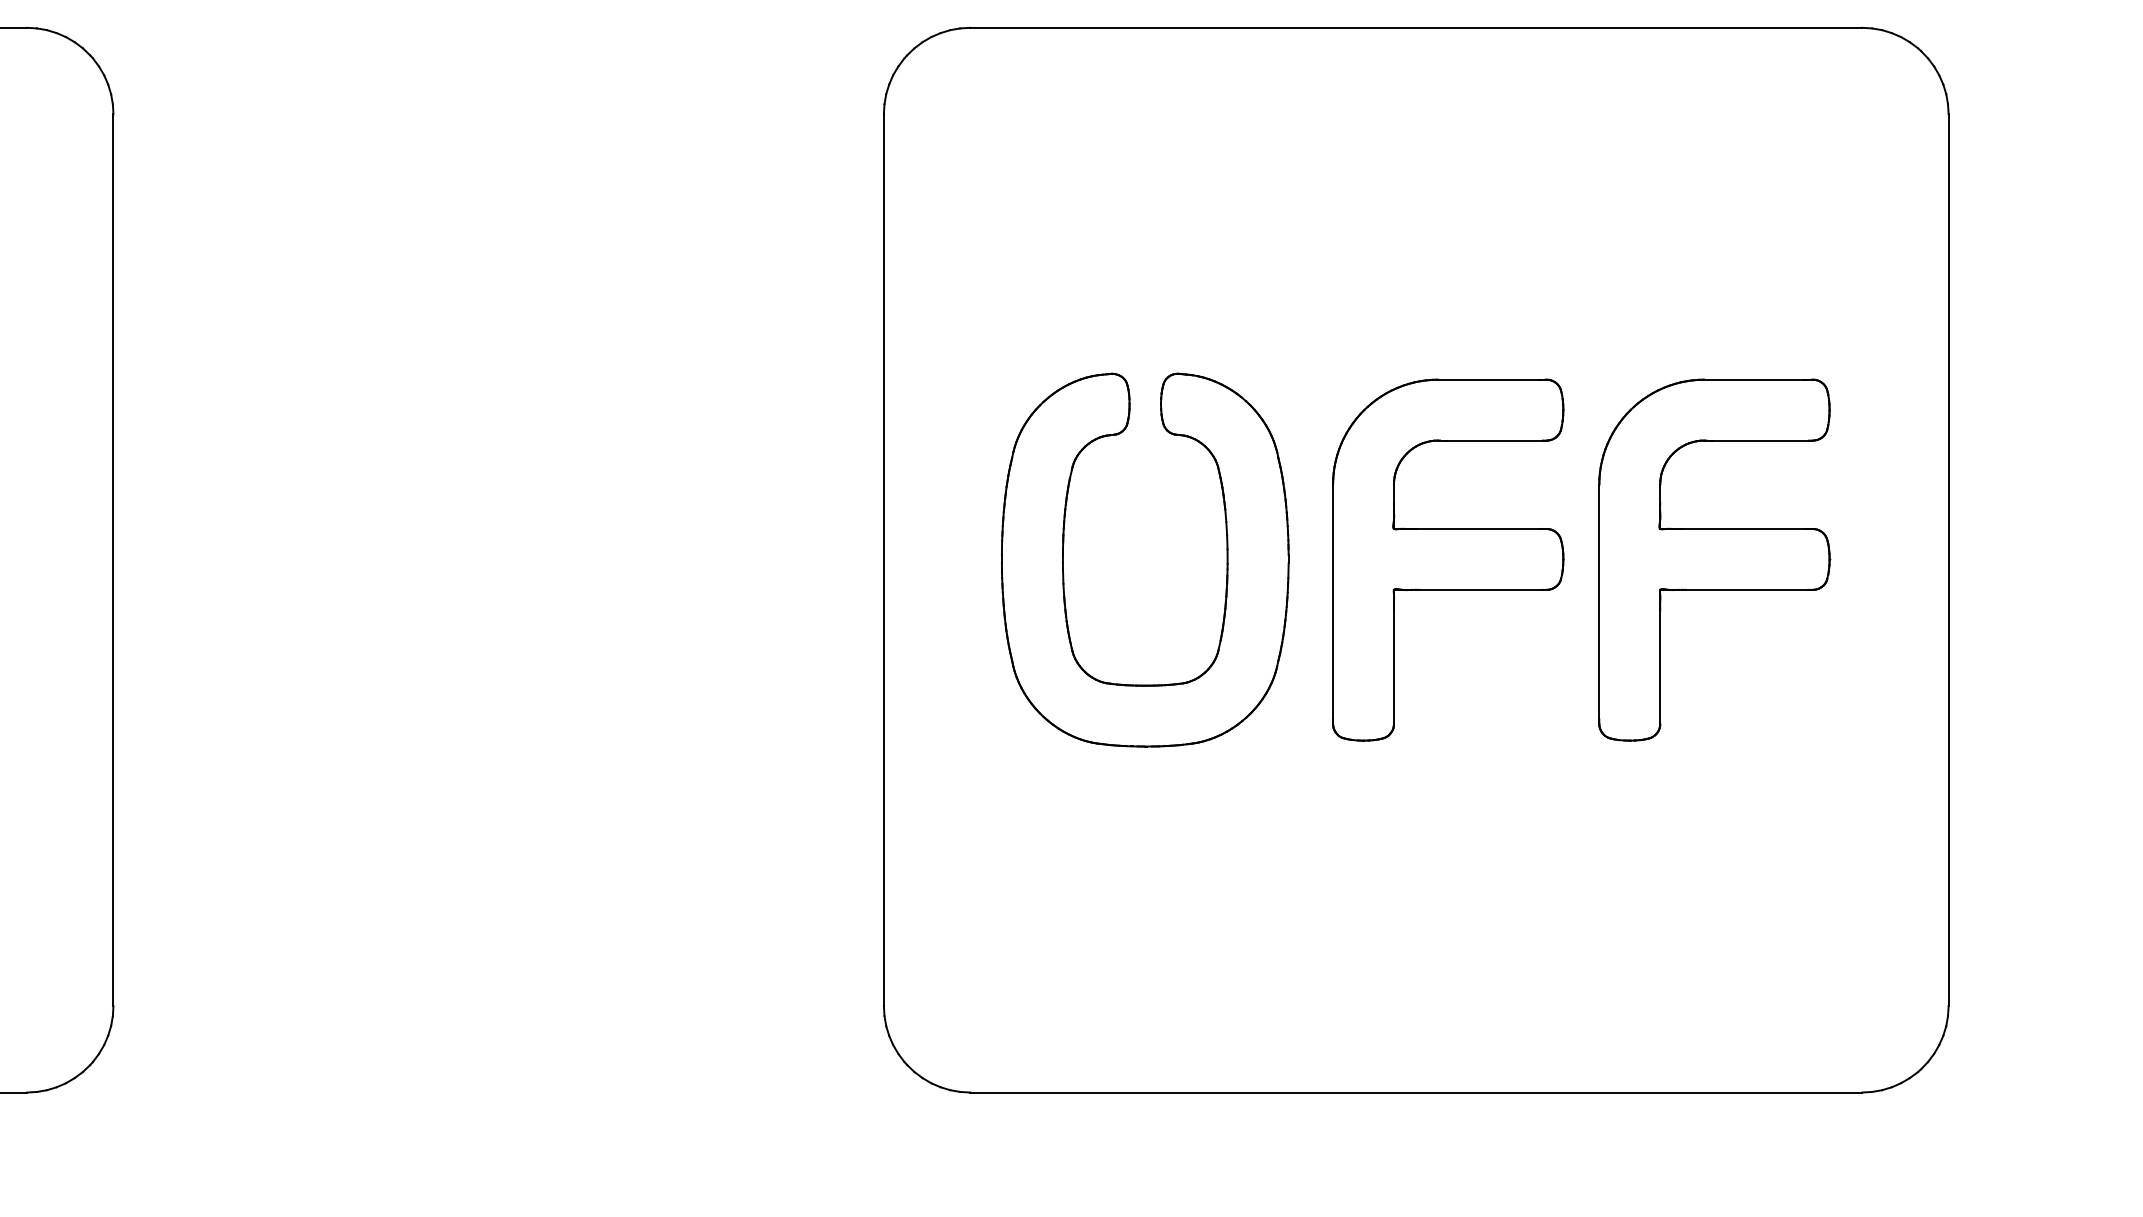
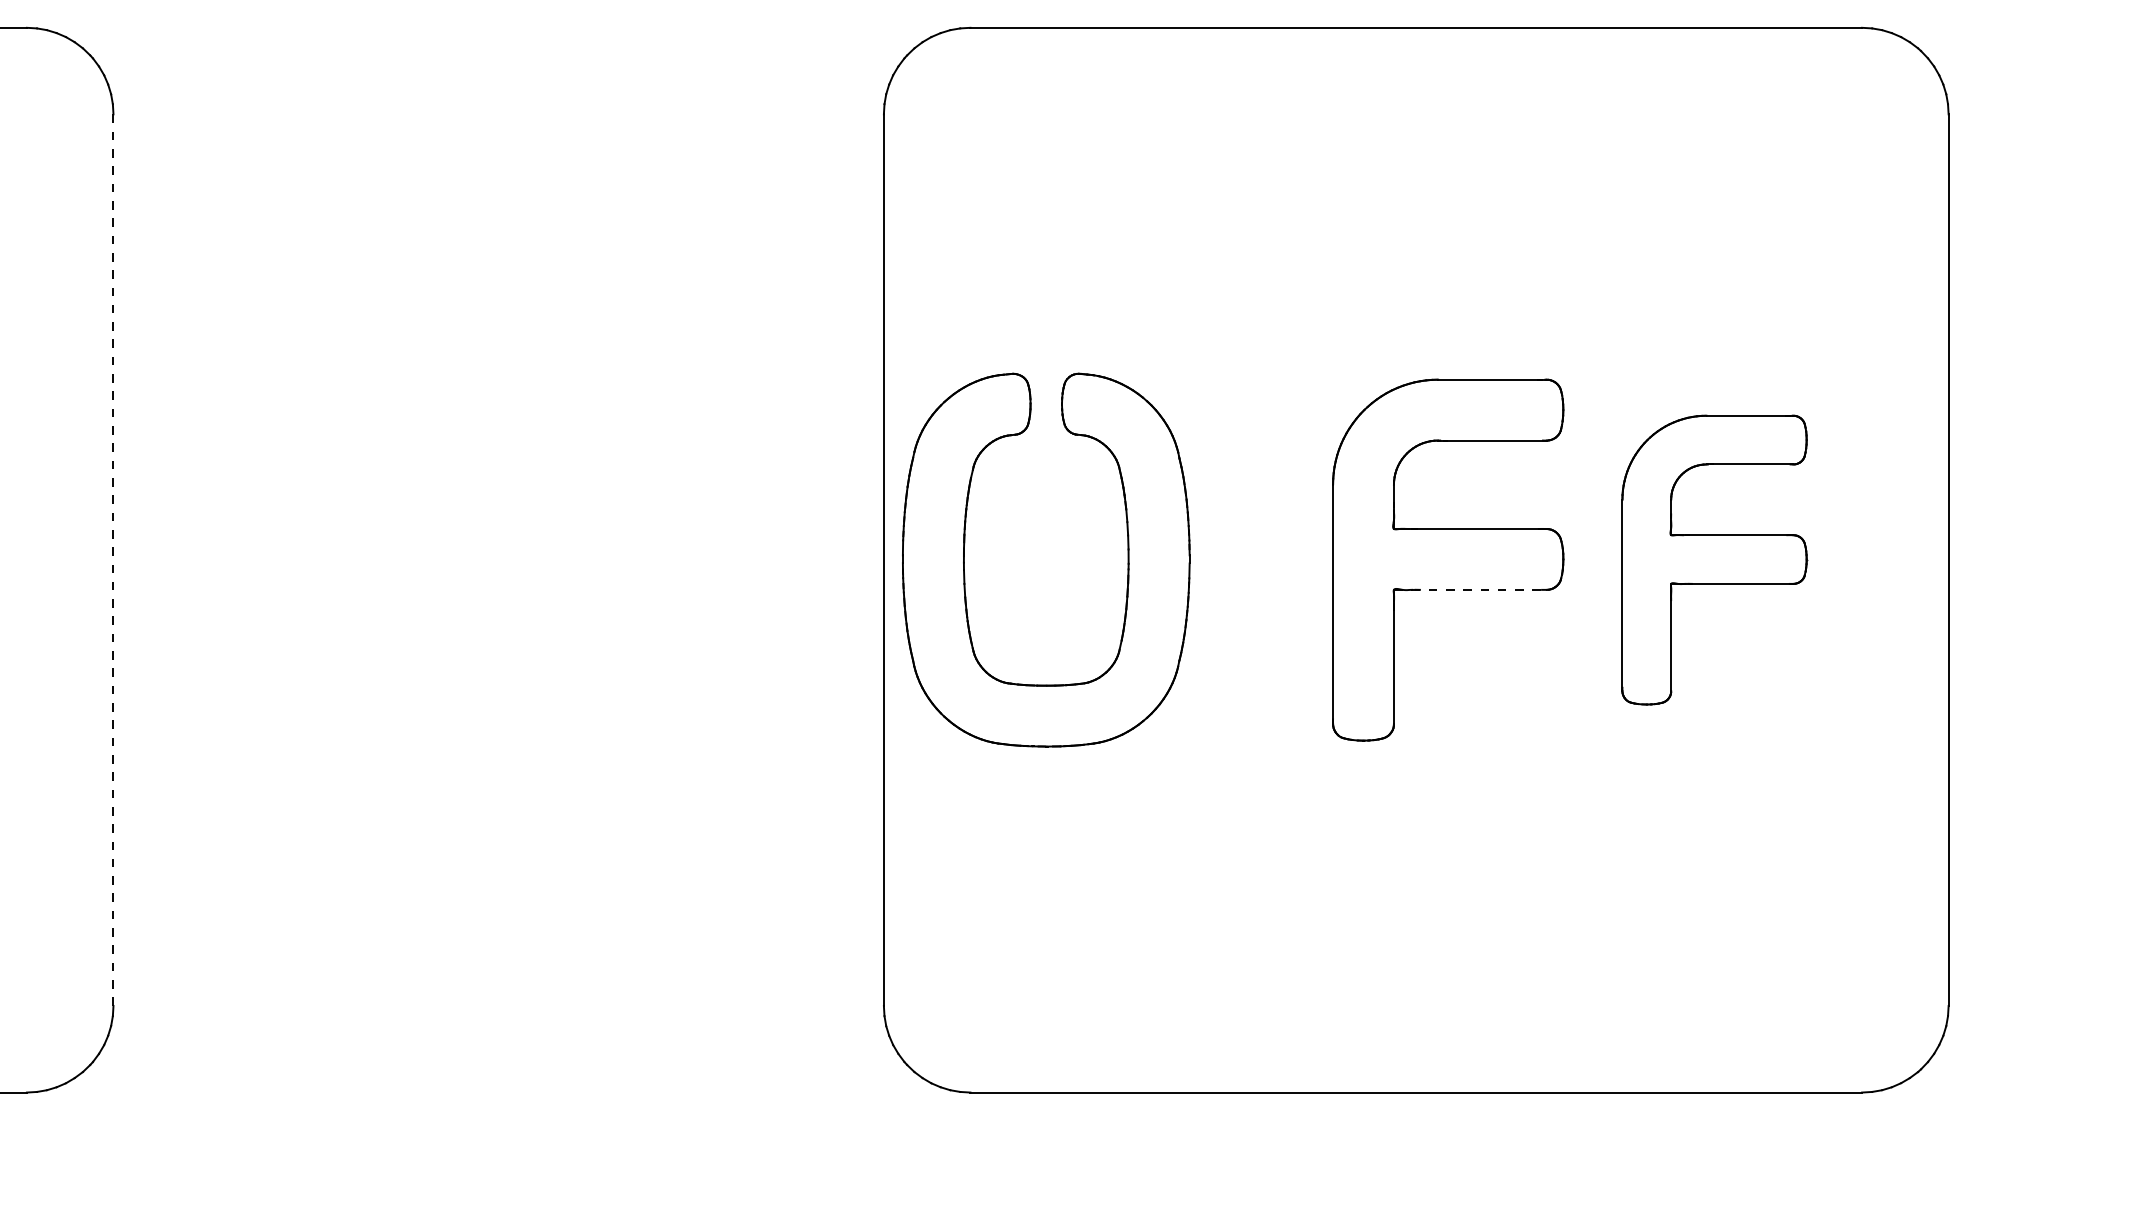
part at (1226, 559) position: (1226, 559) -> (1127, 559)
part at (1714, 559) size: 234x364 px -> 188x292 px
line at (113, 560): solid -> dashed
line at (1470, 589): solid -> dashed
